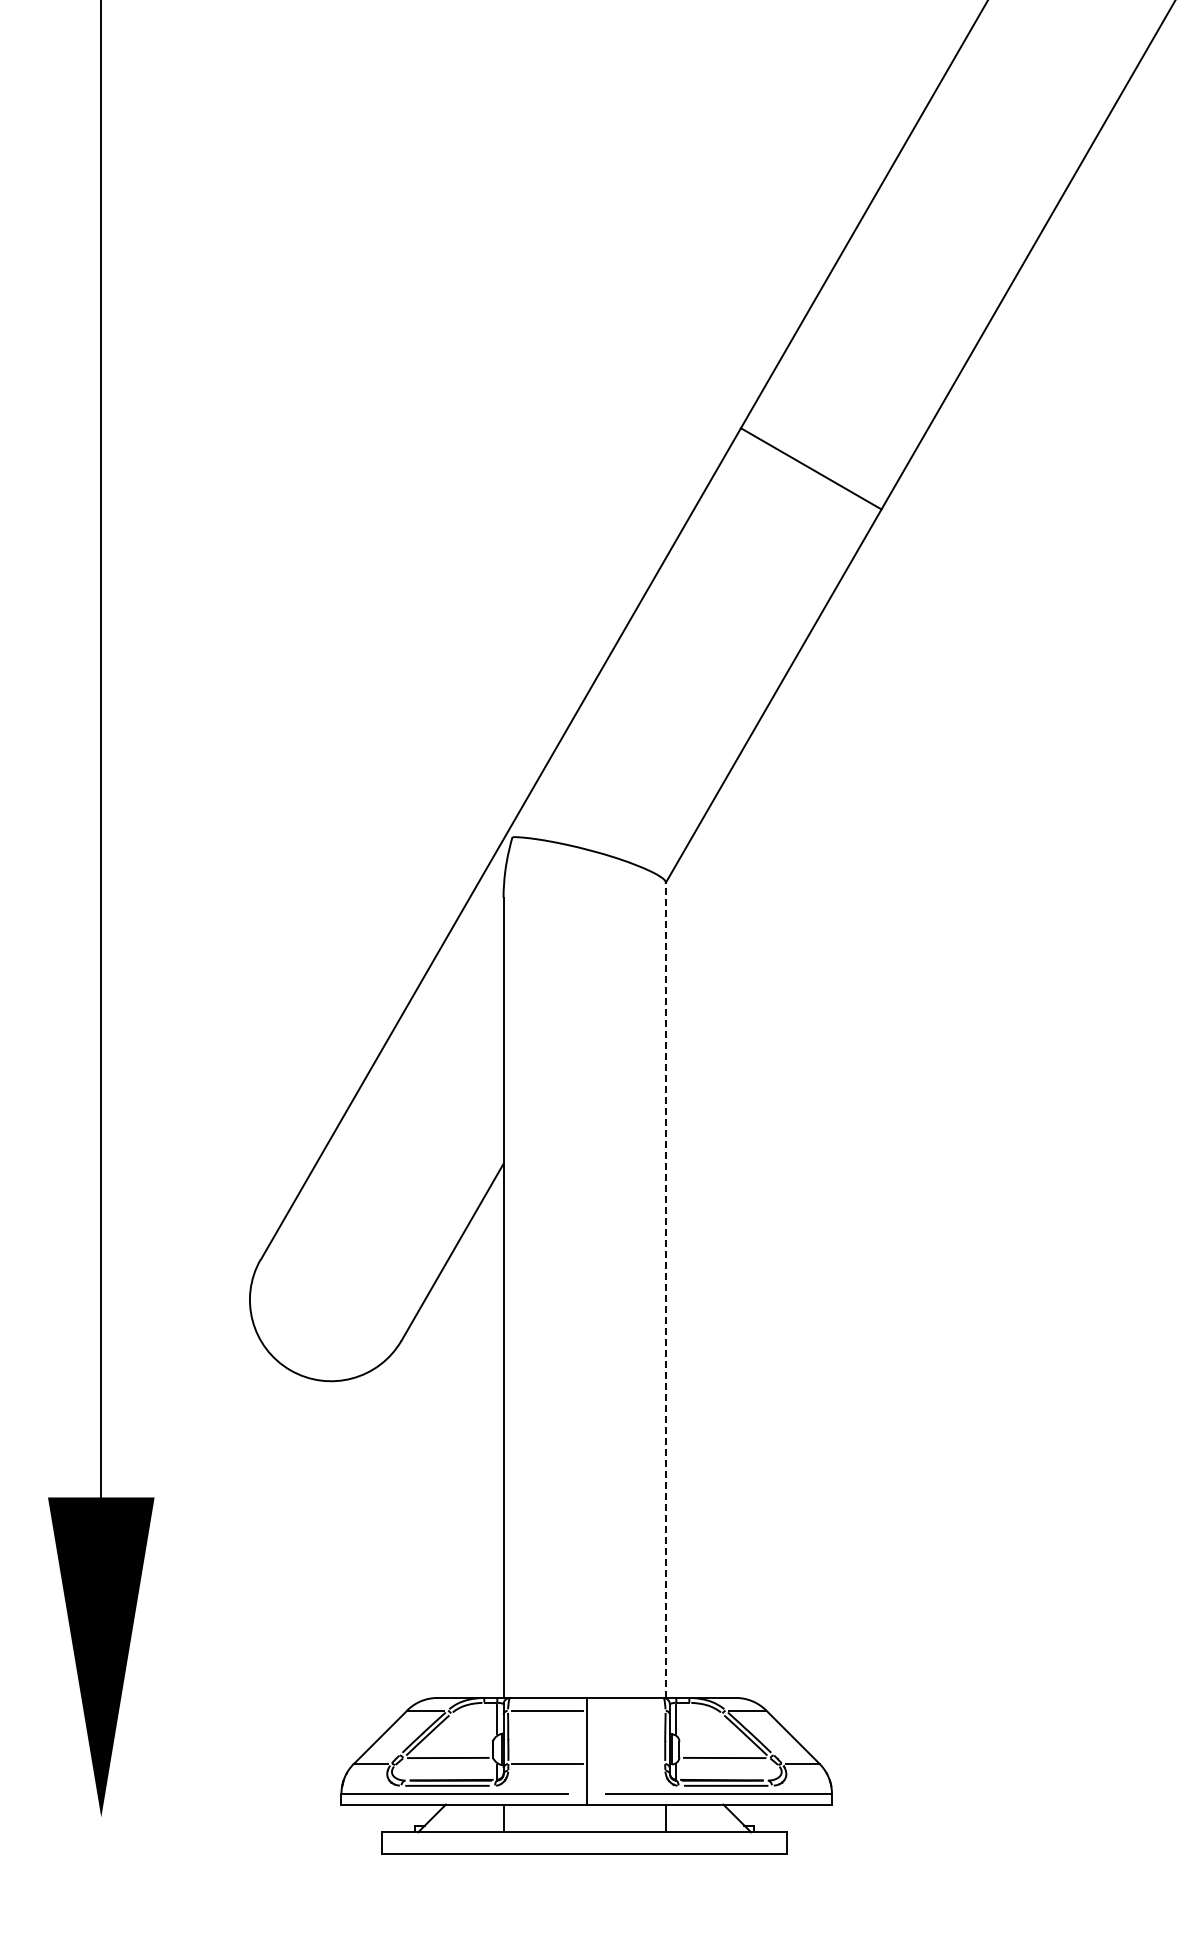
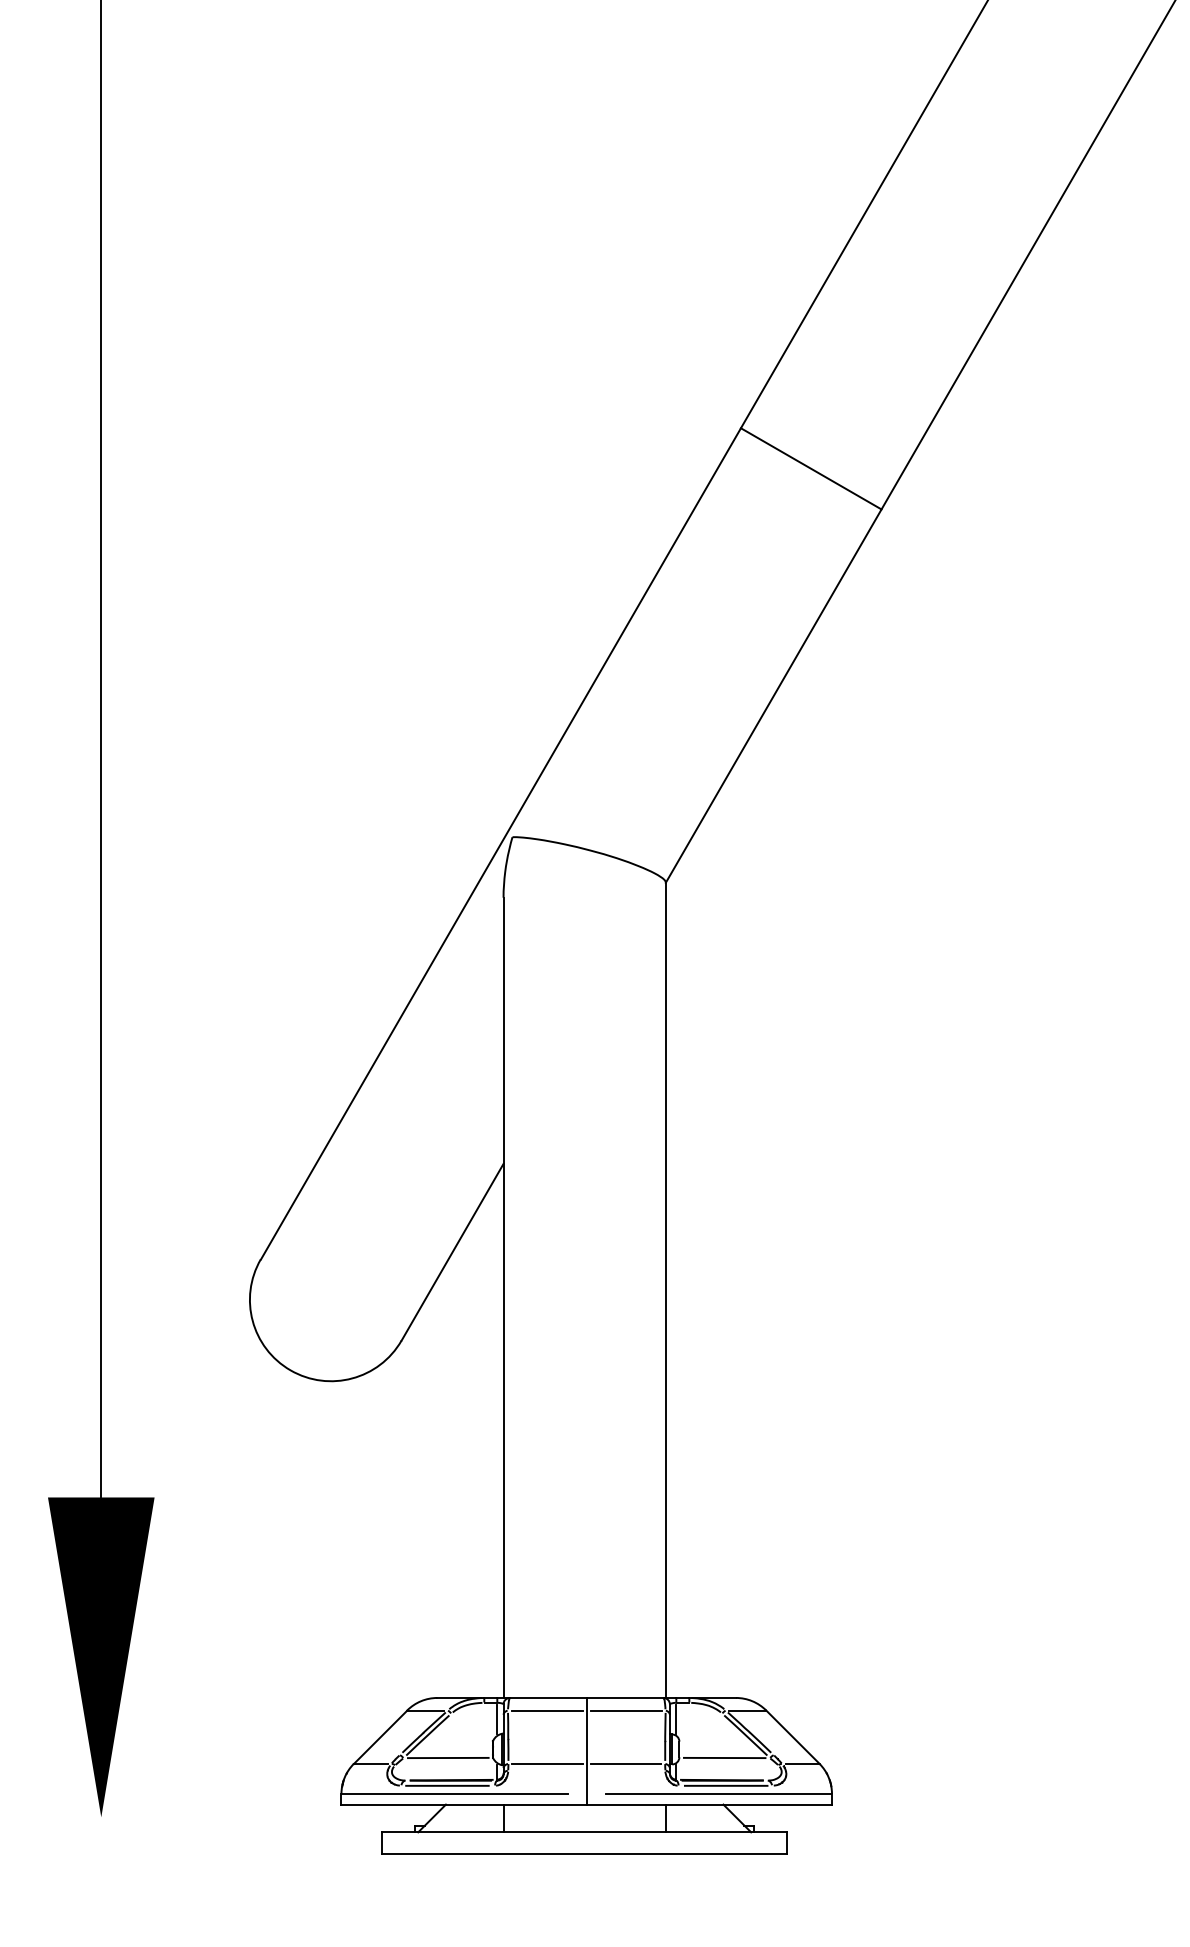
line at (665, 1290): dashed -> solid
line at (625, 1710): none -> present
line at (625, 1763): none -> present
